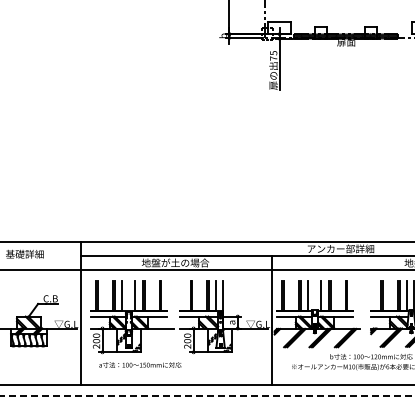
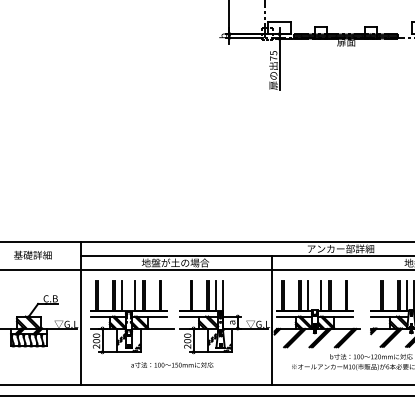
text at (24, 253) position: (24, 253) -> (32, 254)
text at (140, 364) position: (140, 364) -> (172, 364)
line at (207, 396): dashed -> solid
